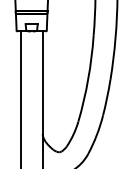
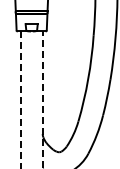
line at (20, 100): solid -> dashed
line at (42, 100): solid -> dashed
